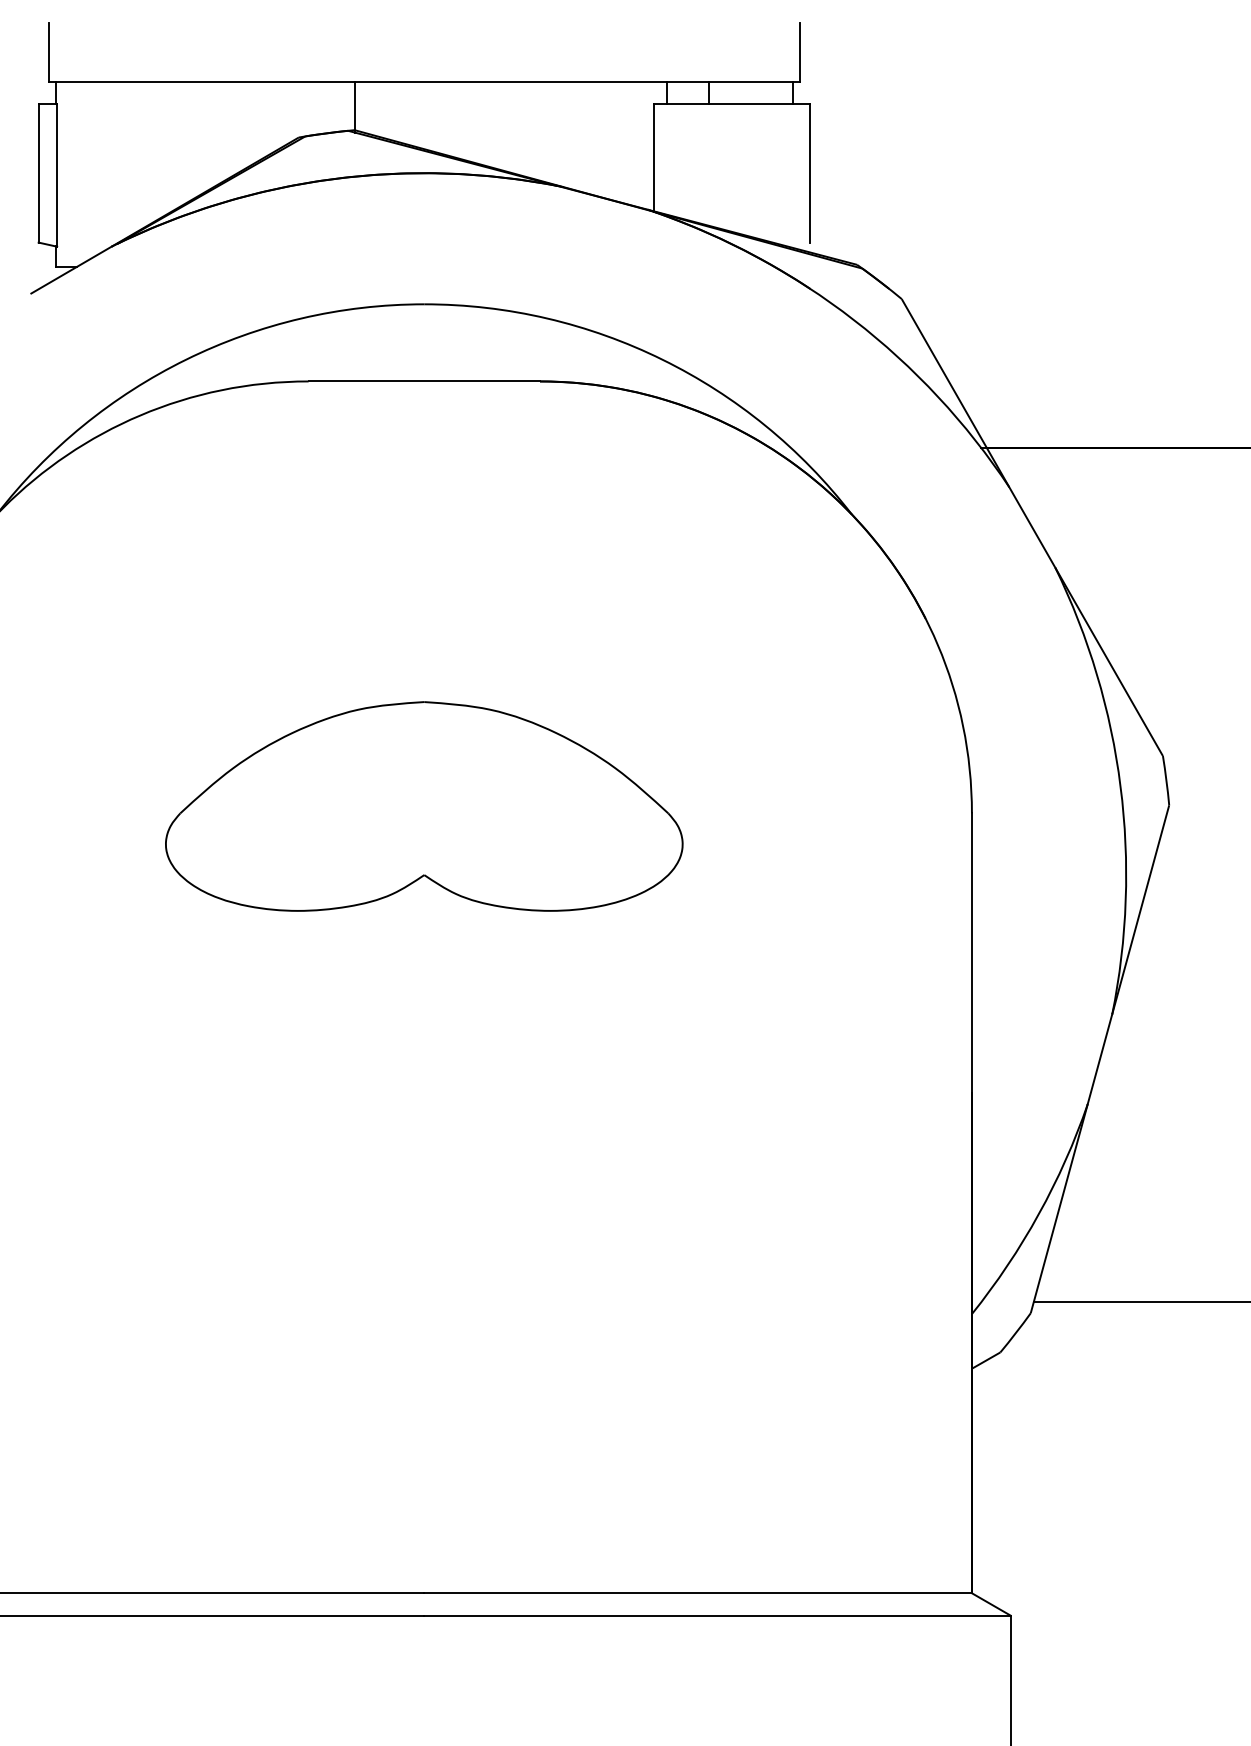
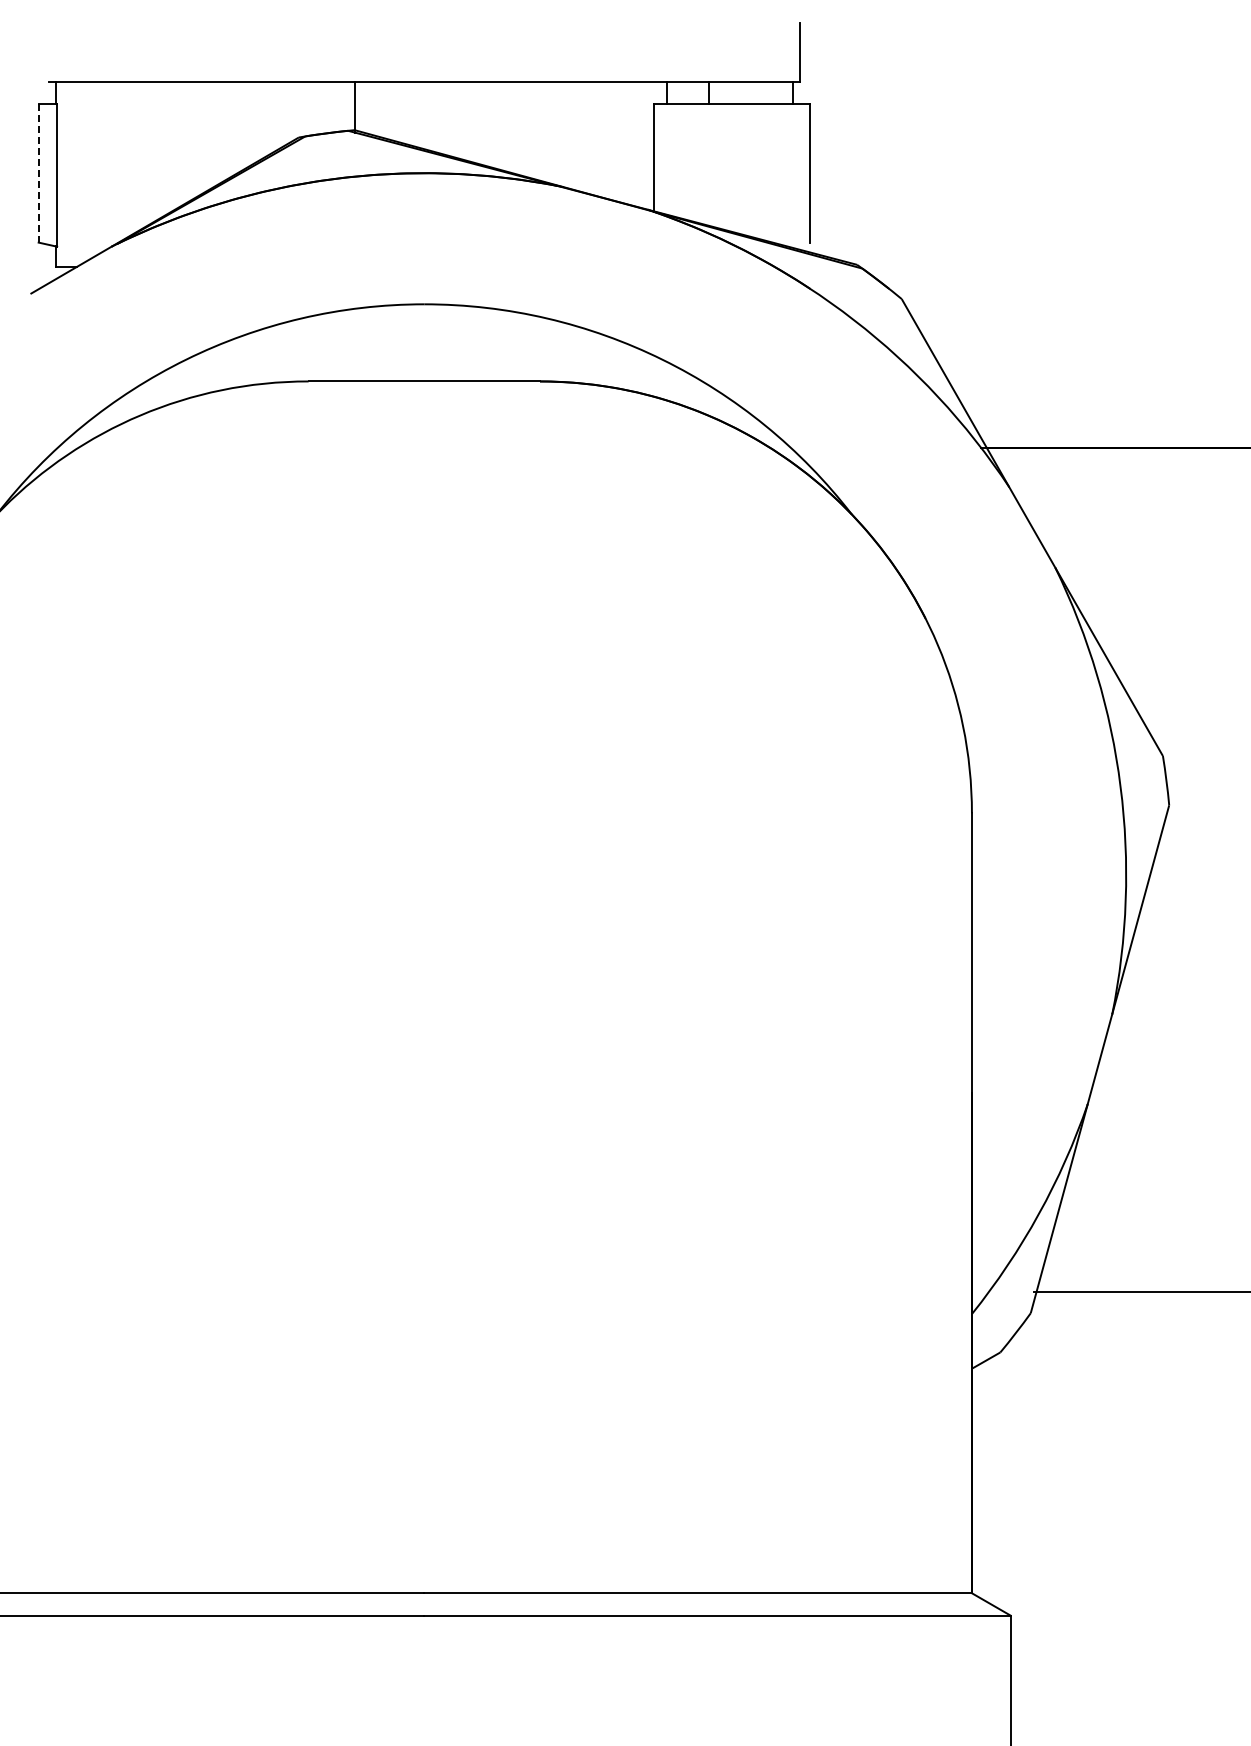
line at (49, 51): present -> none
line at (38, 173): solid -> dashed
part at (424, 806): present -> none
line at (1140, 1302) position: (1140, 1302) -> (1140, 1292)
